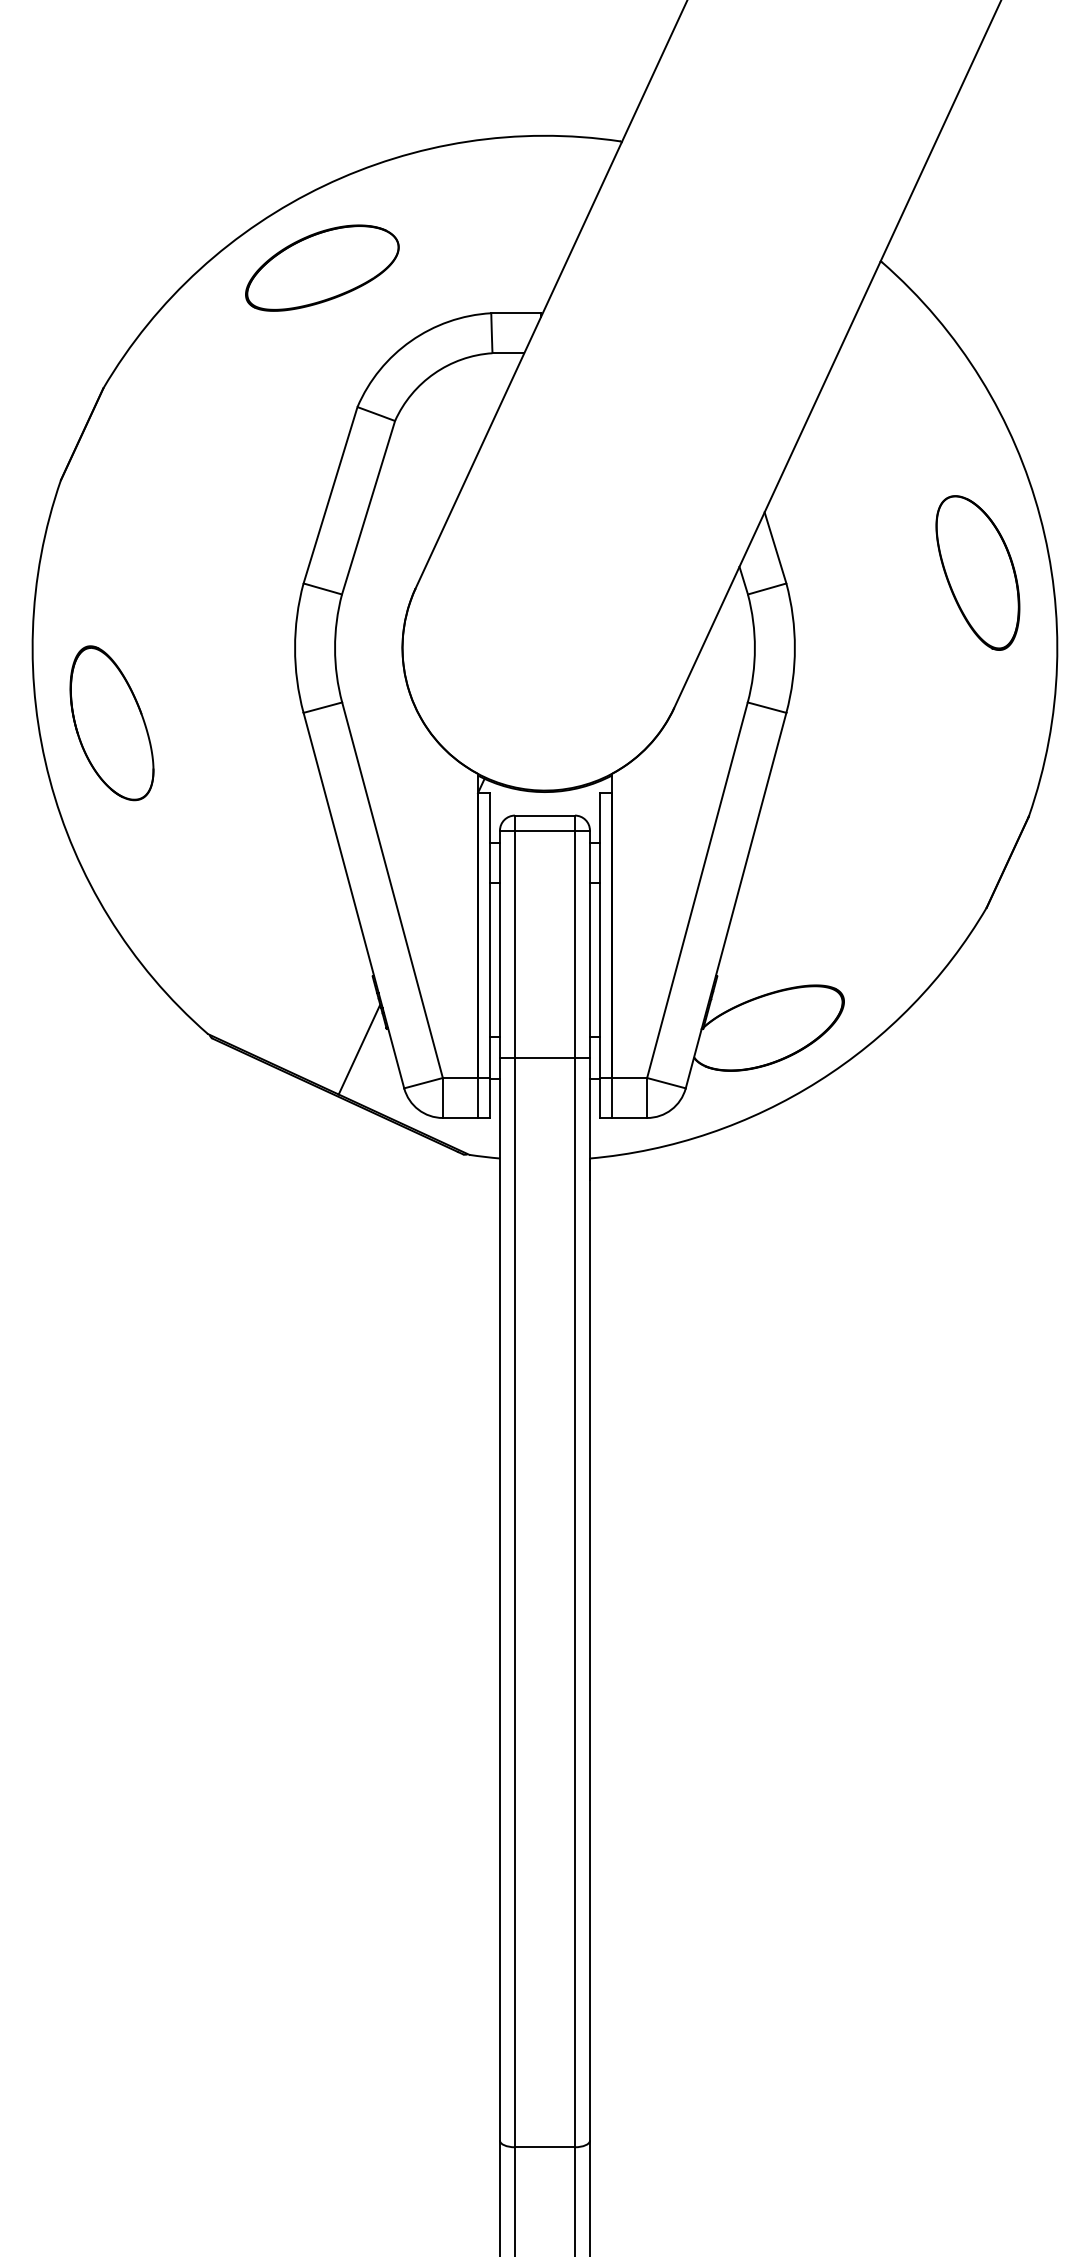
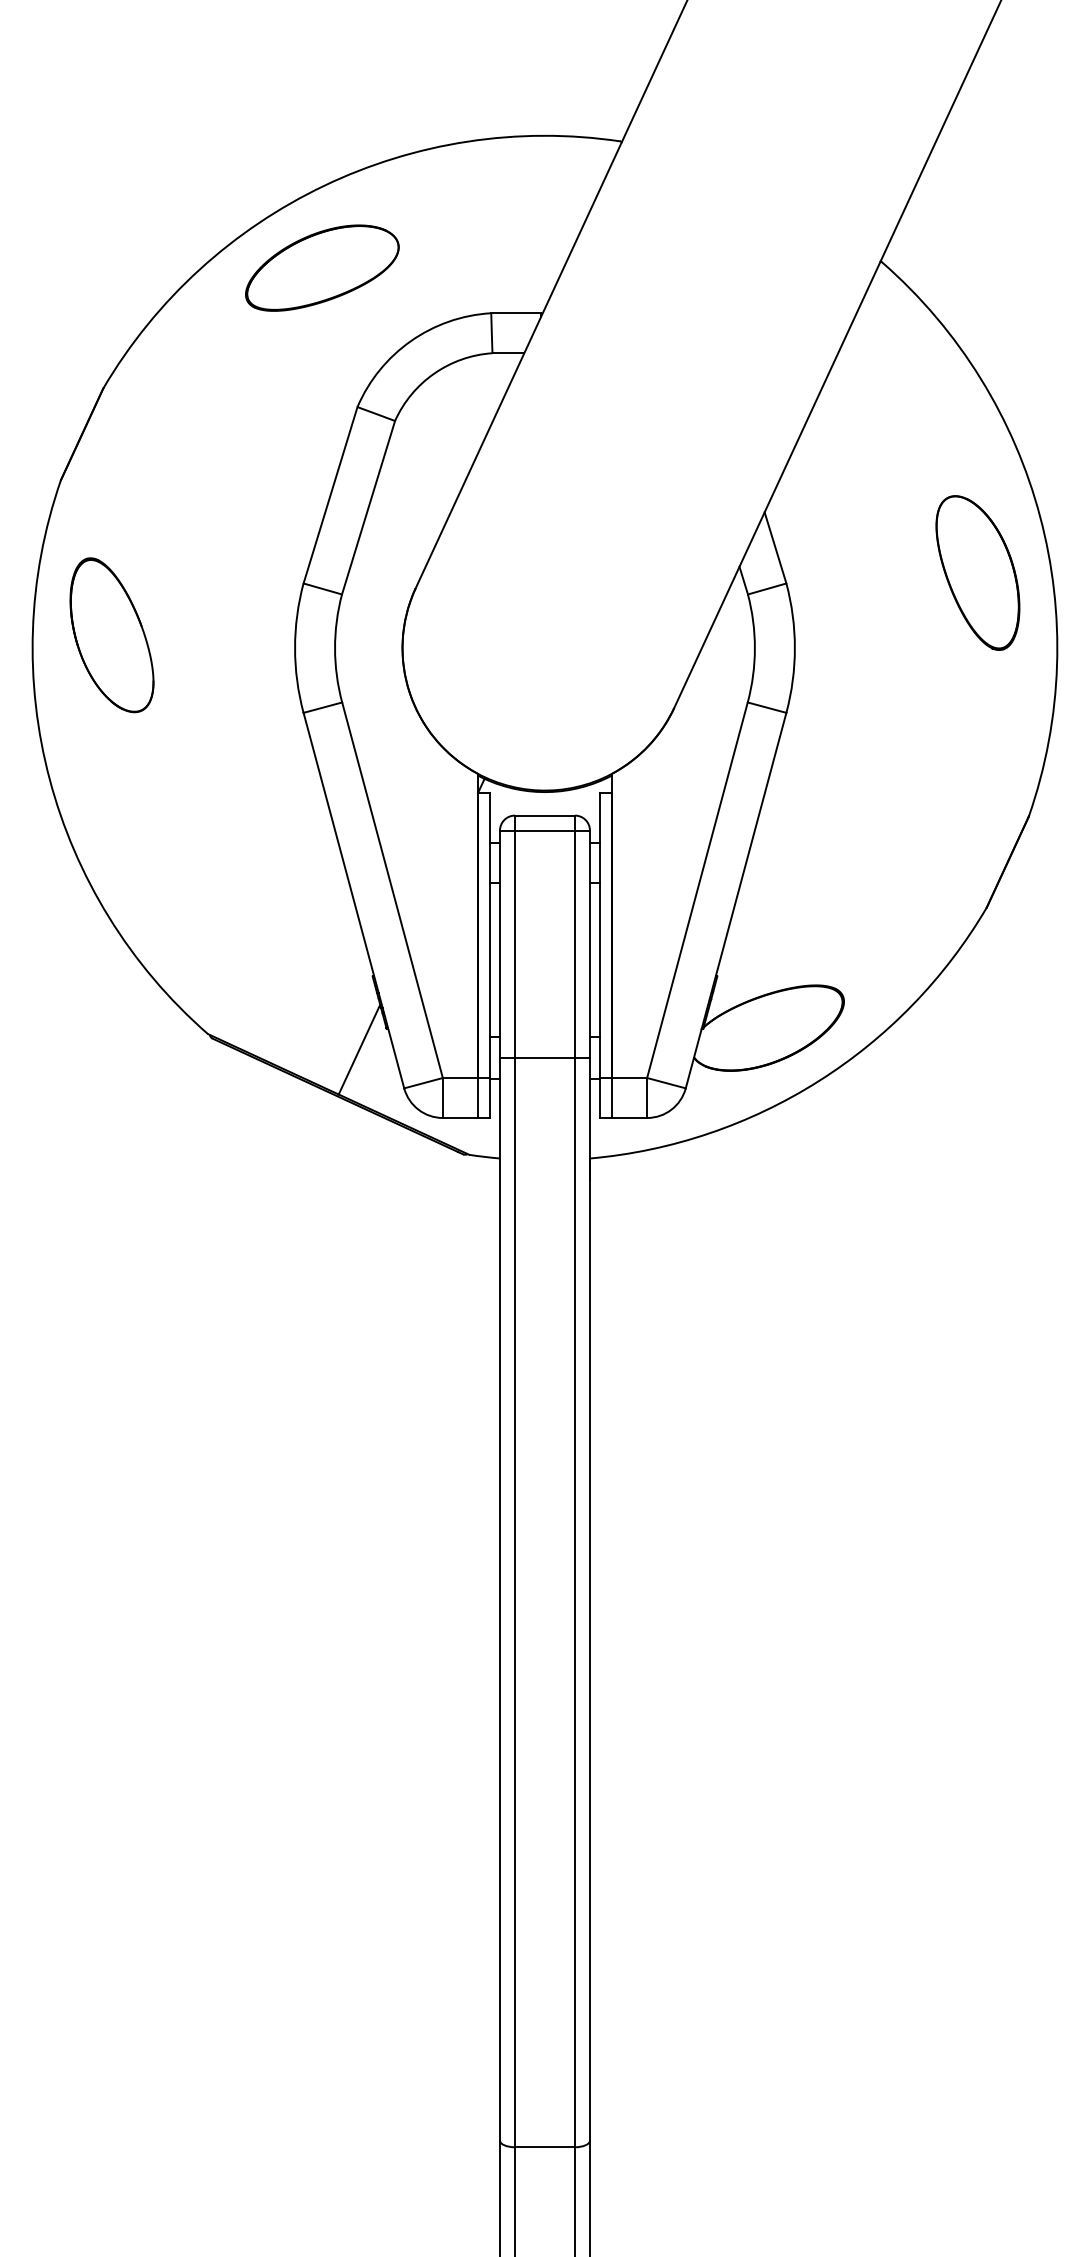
part at (111, 723) position: (111, 723) -> (111, 635)
